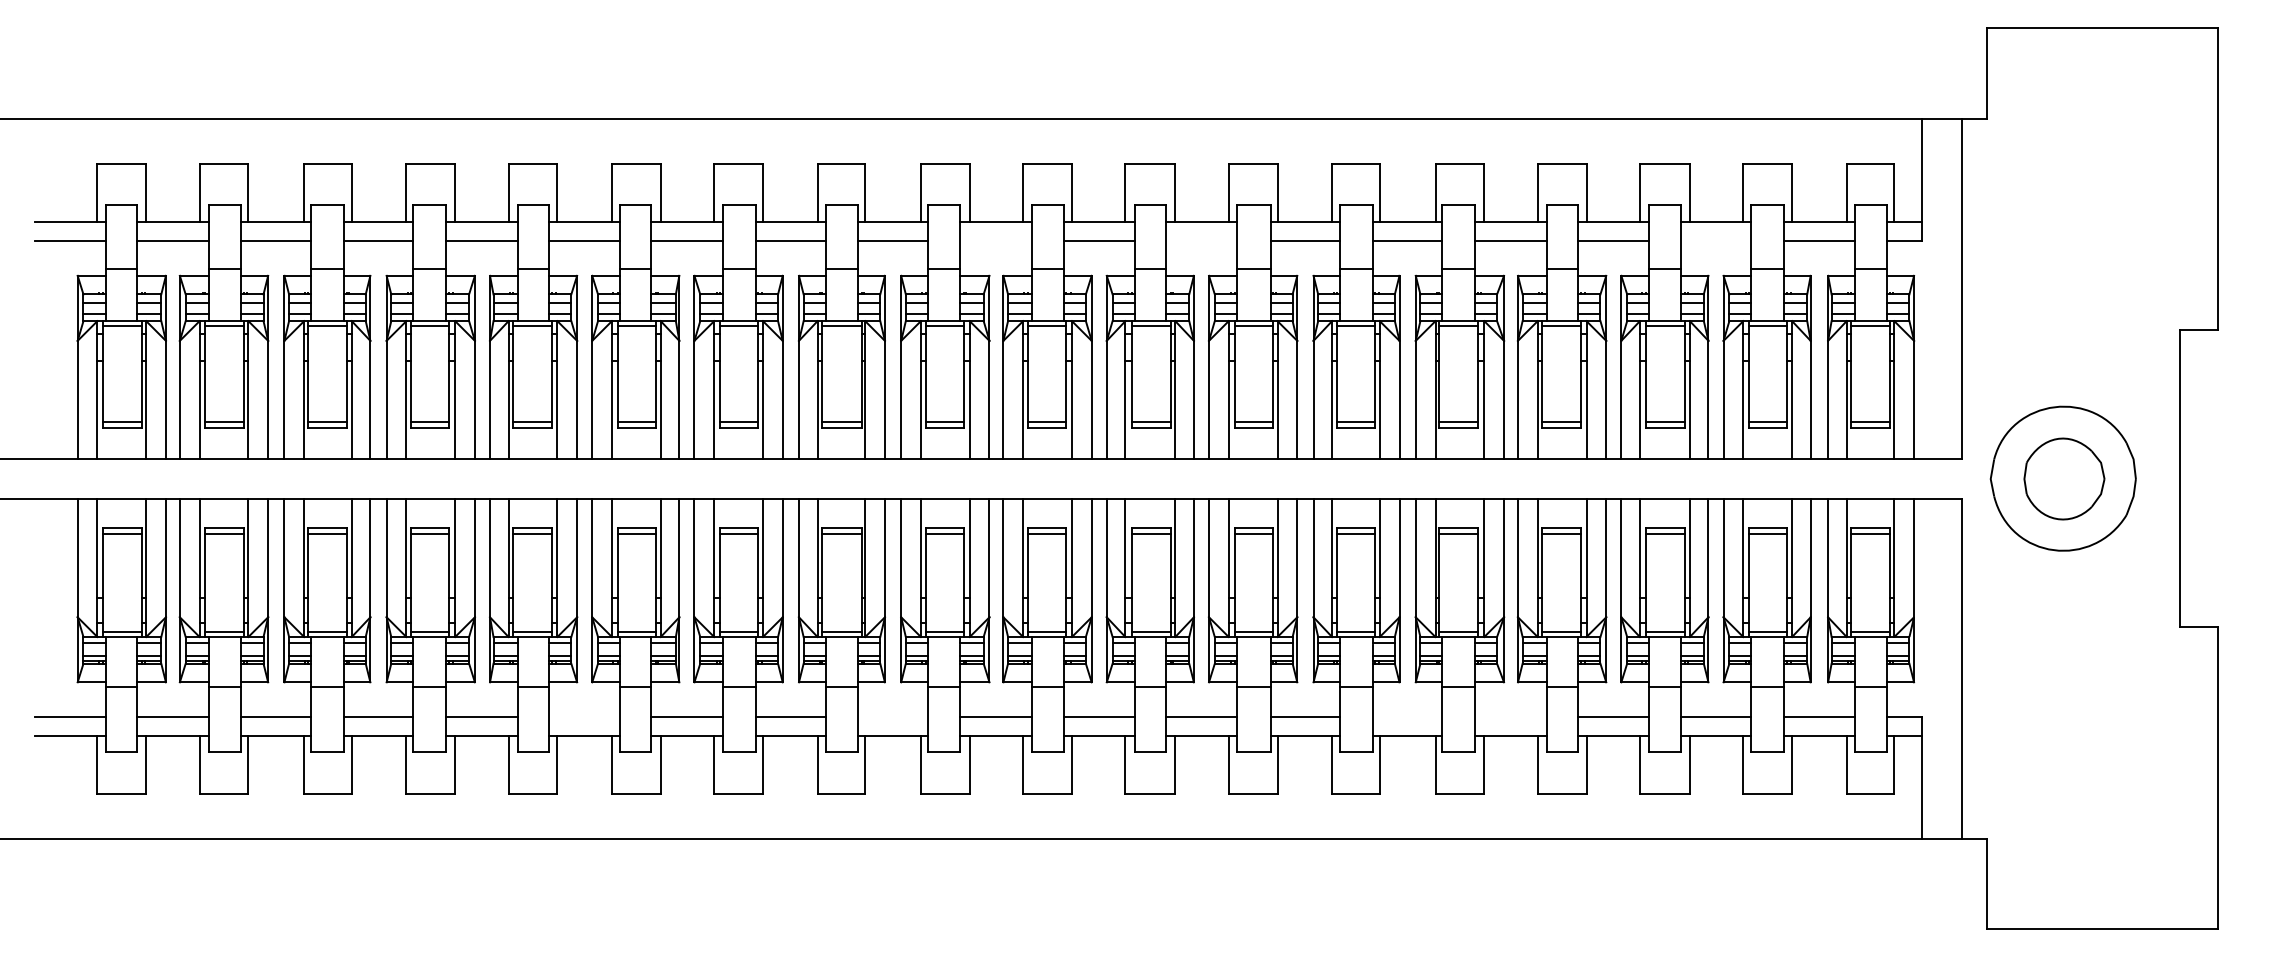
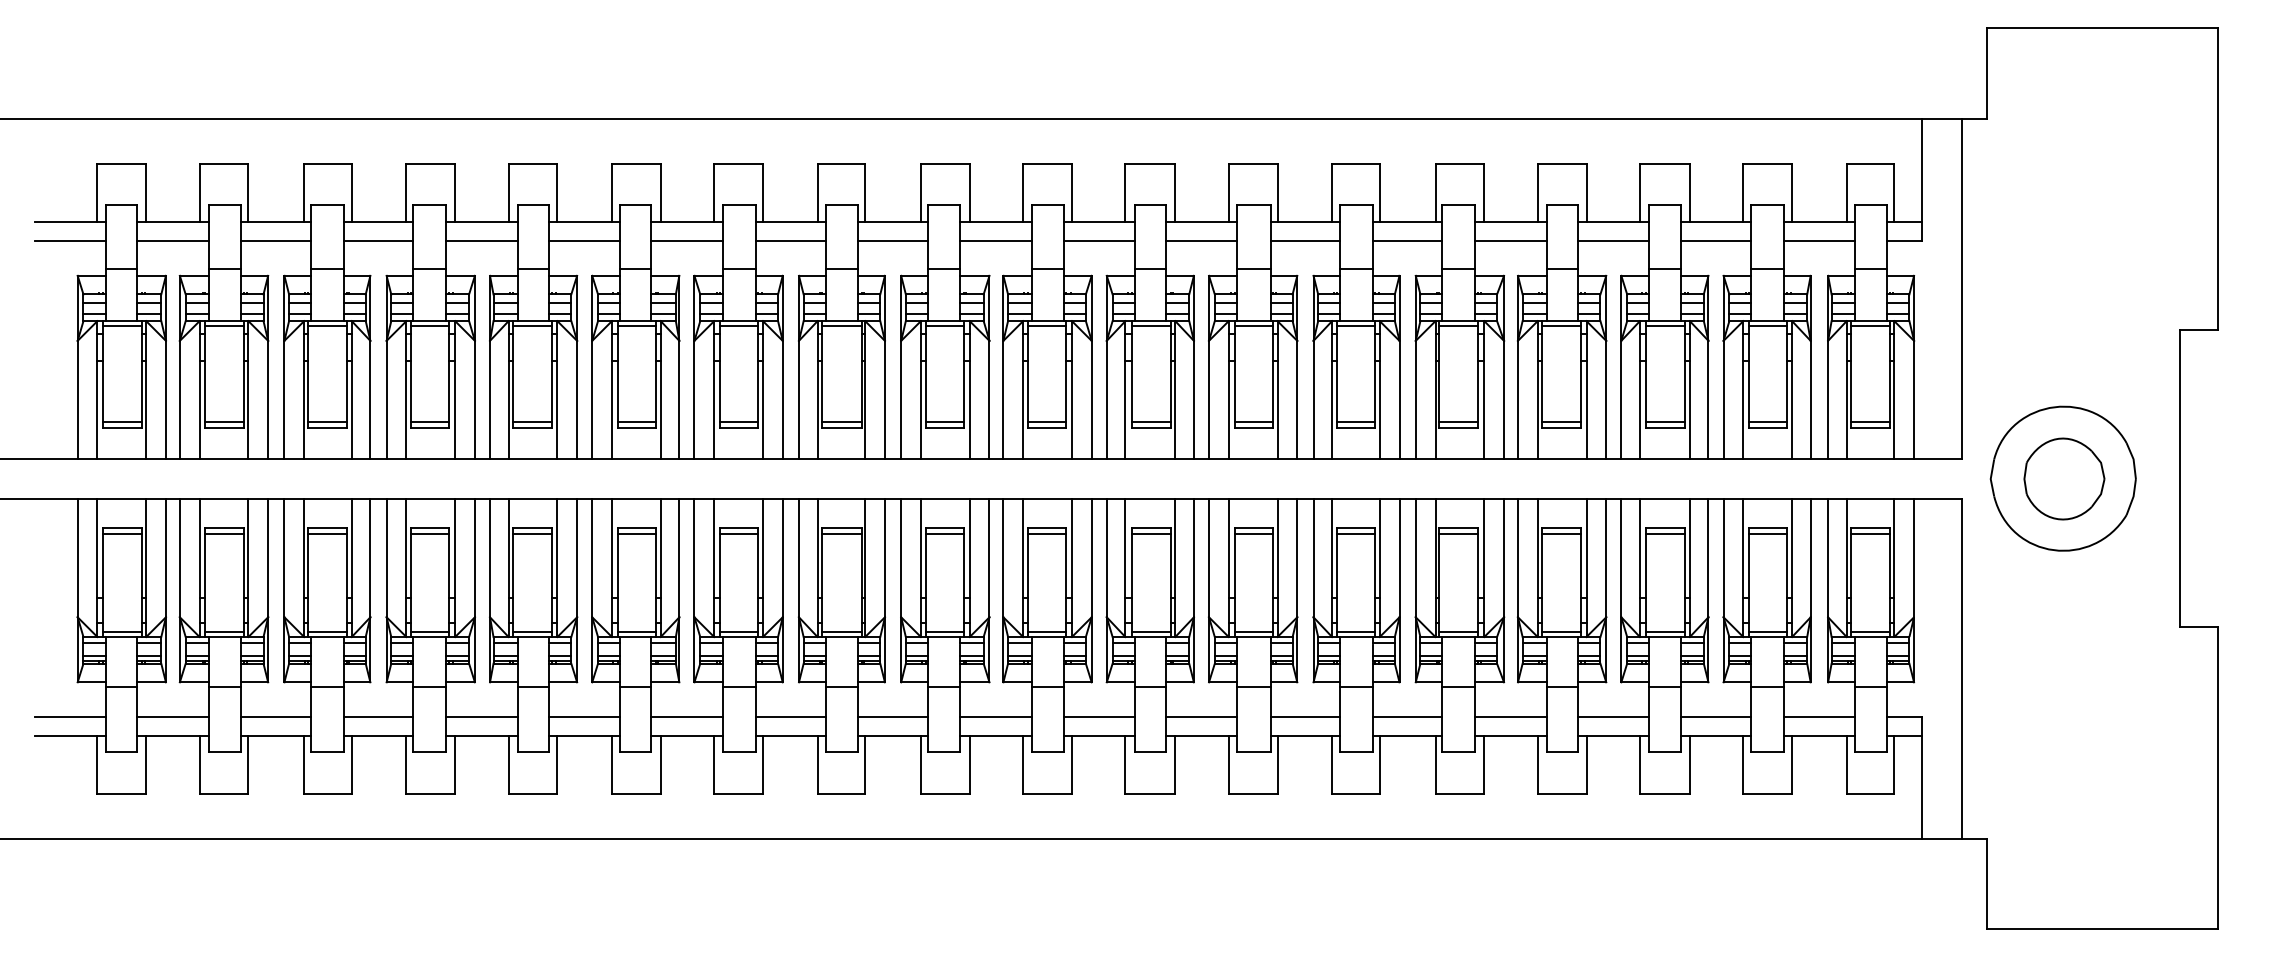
line at (996, 241): none -> present
line at (1201, 241): none -> present
line at (1715, 241): none -> present
line at (584, 717): none -> present
line at (892, 717): none -> present
line at (1407, 717): none -> present
line at (1511, 717): none -> present
